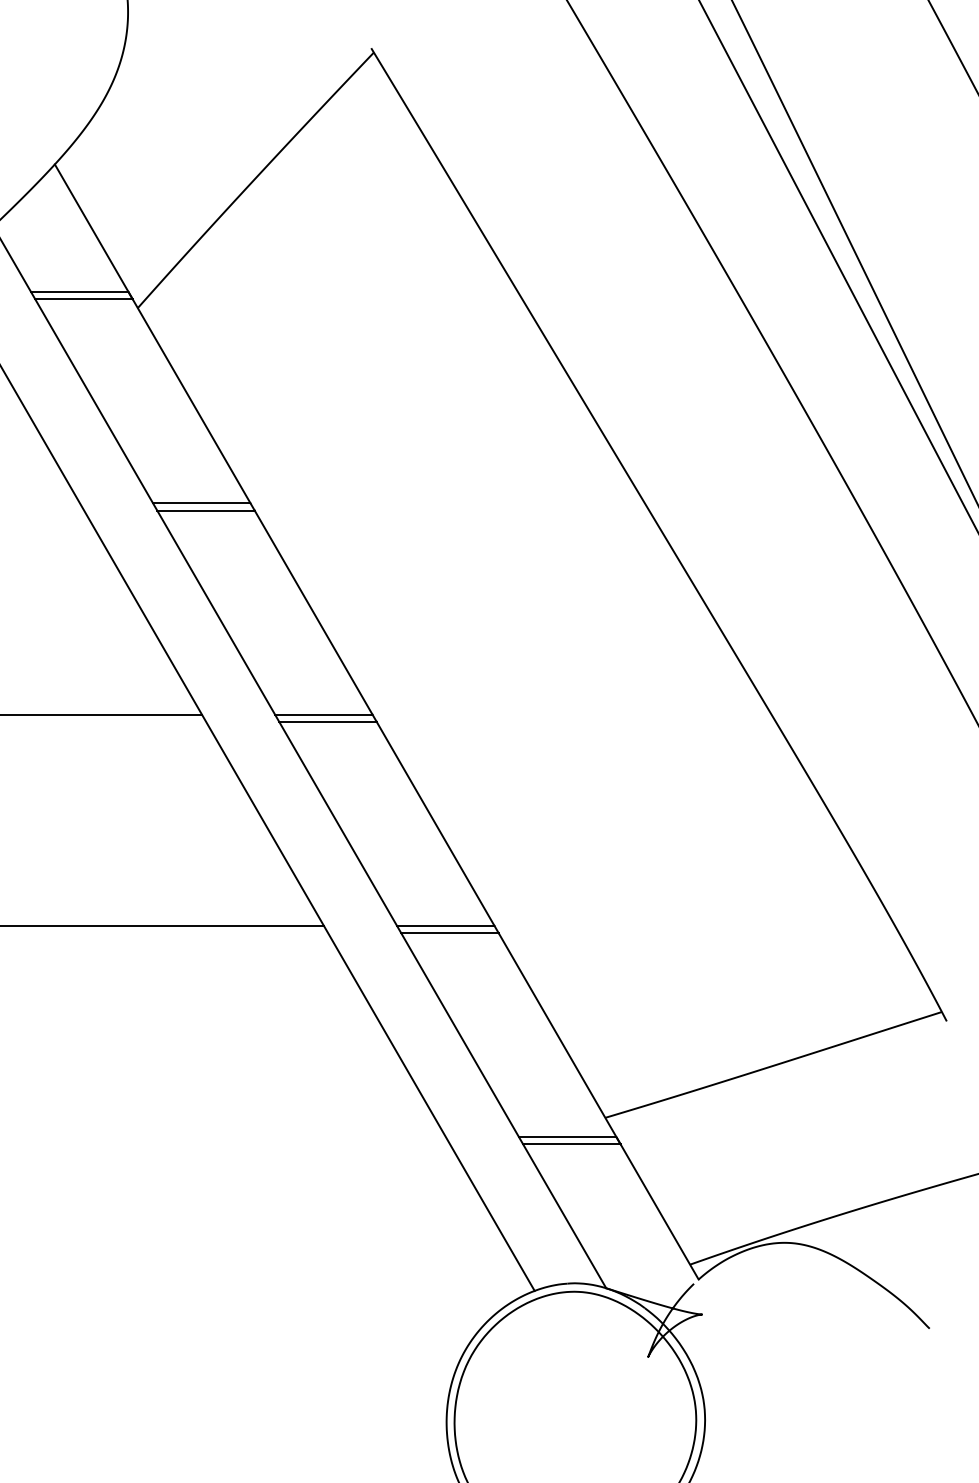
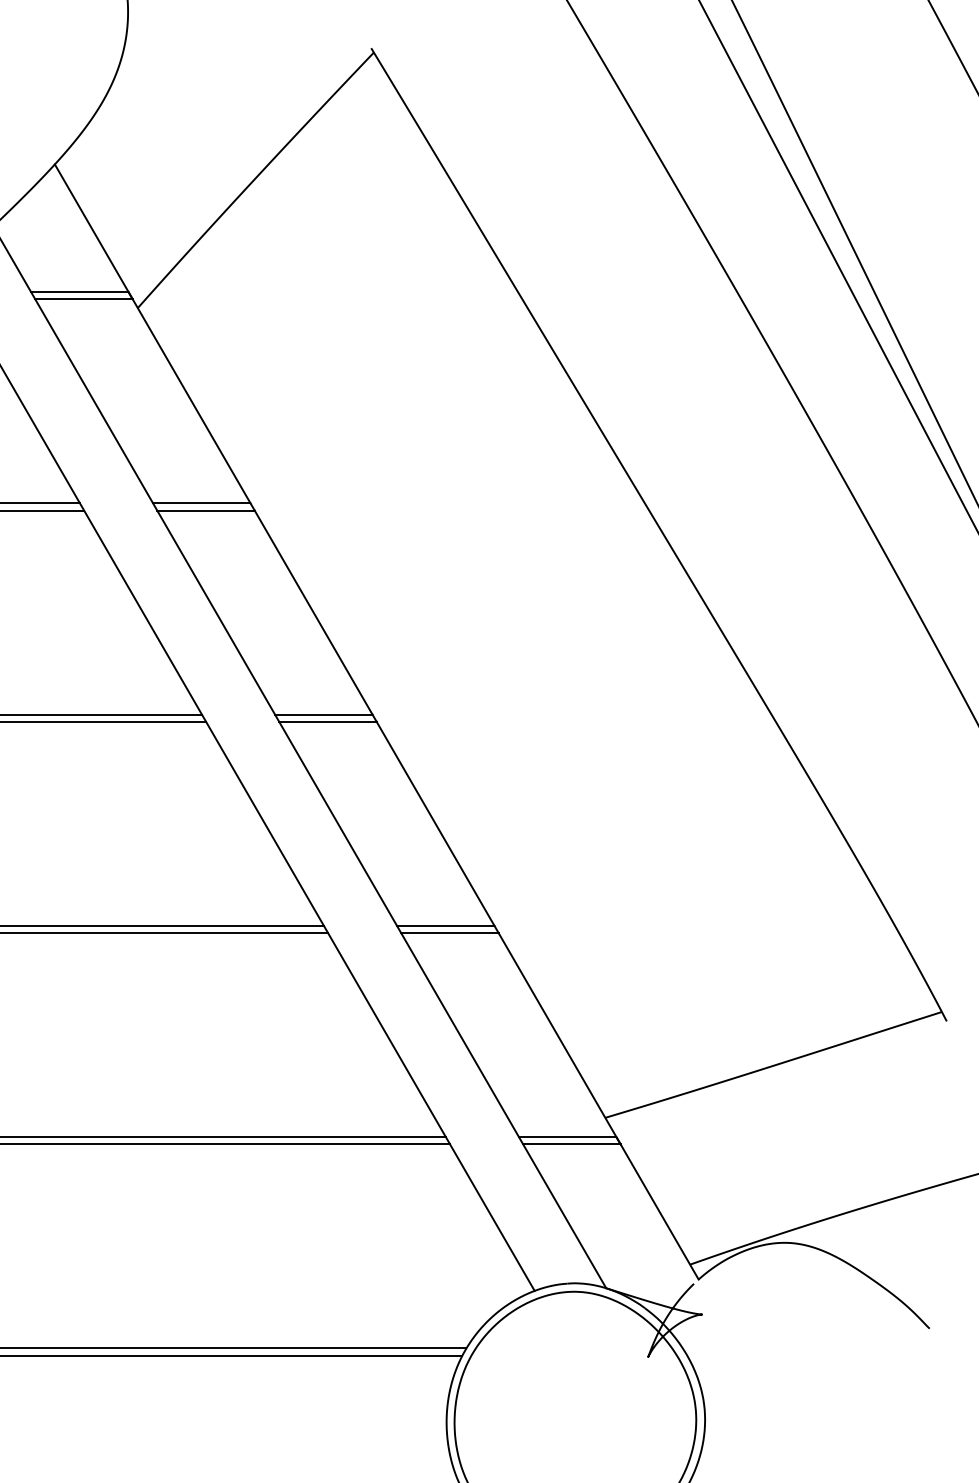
line at (40, 503): none -> present
line at (43, 510): none -> present
line at (104, 721): none -> present
line at (165, 933): none -> present
line at (223, 1137): none -> present
line at (226, 1144): none -> present
line at (234, 1348): none -> present
line at (232, 1355): none -> present
